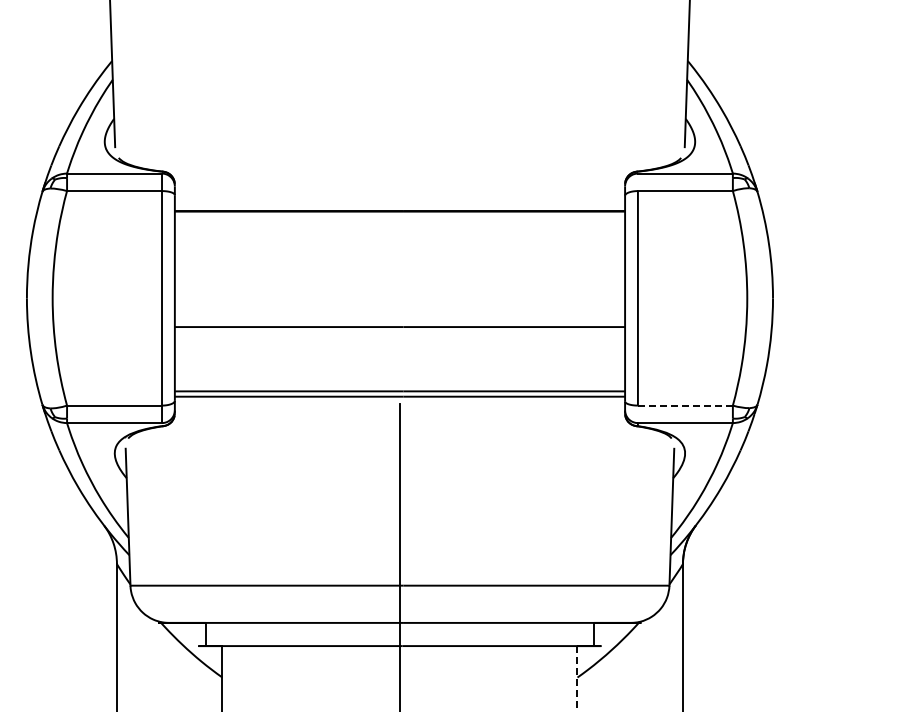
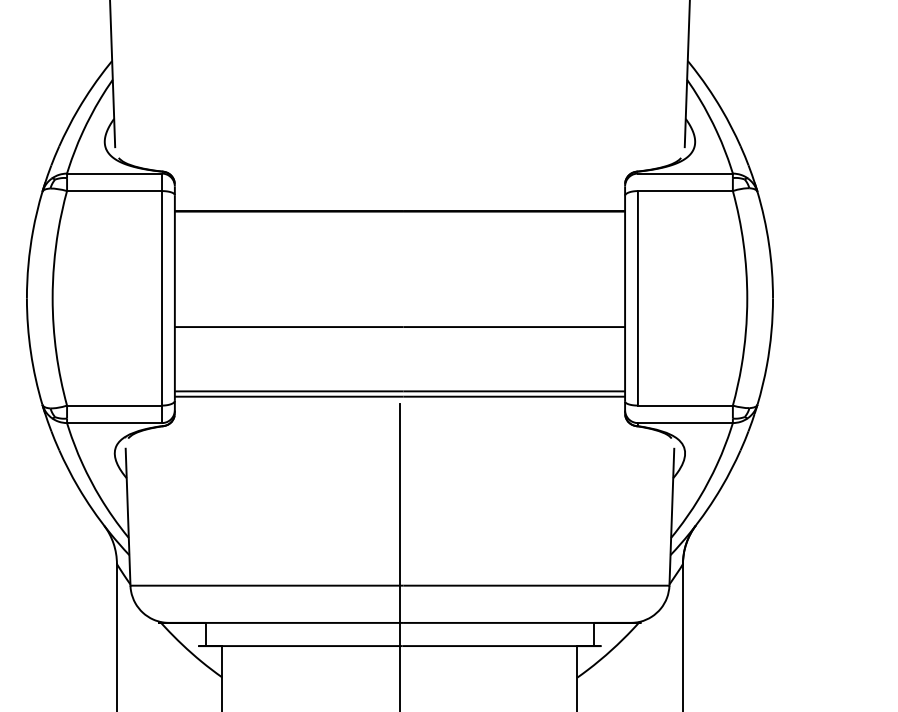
line at (684, 405): dashed -> solid
line at (577, 679): dashed -> solid
